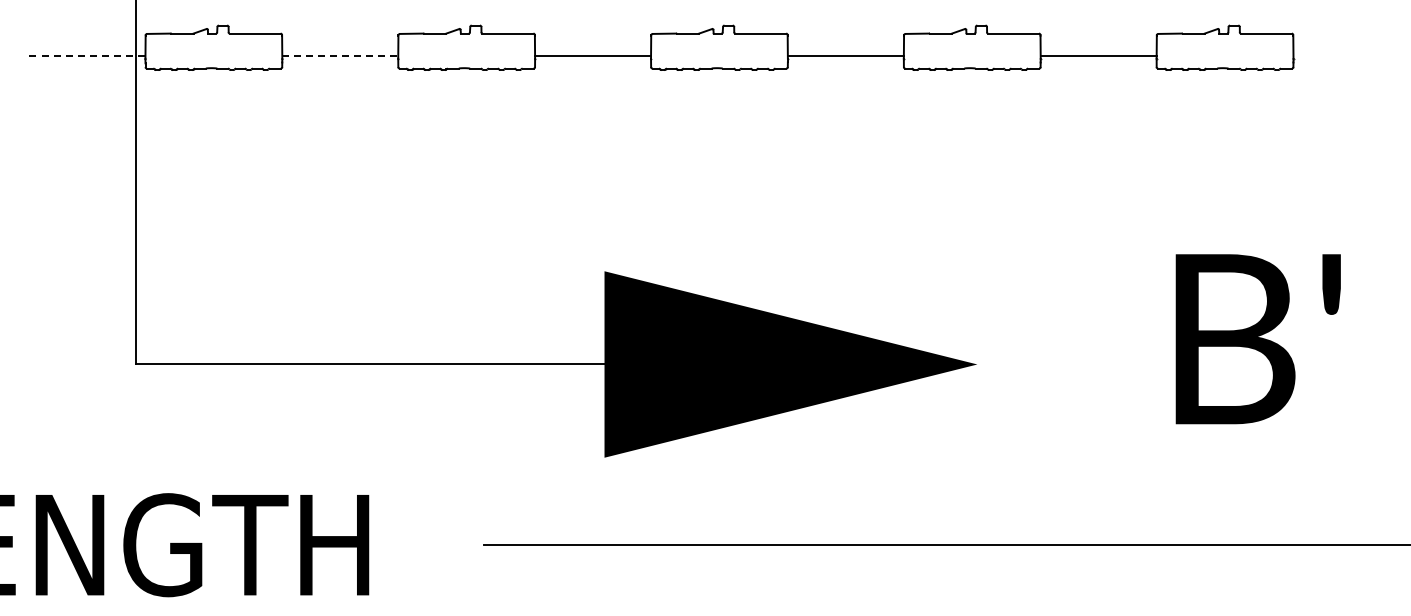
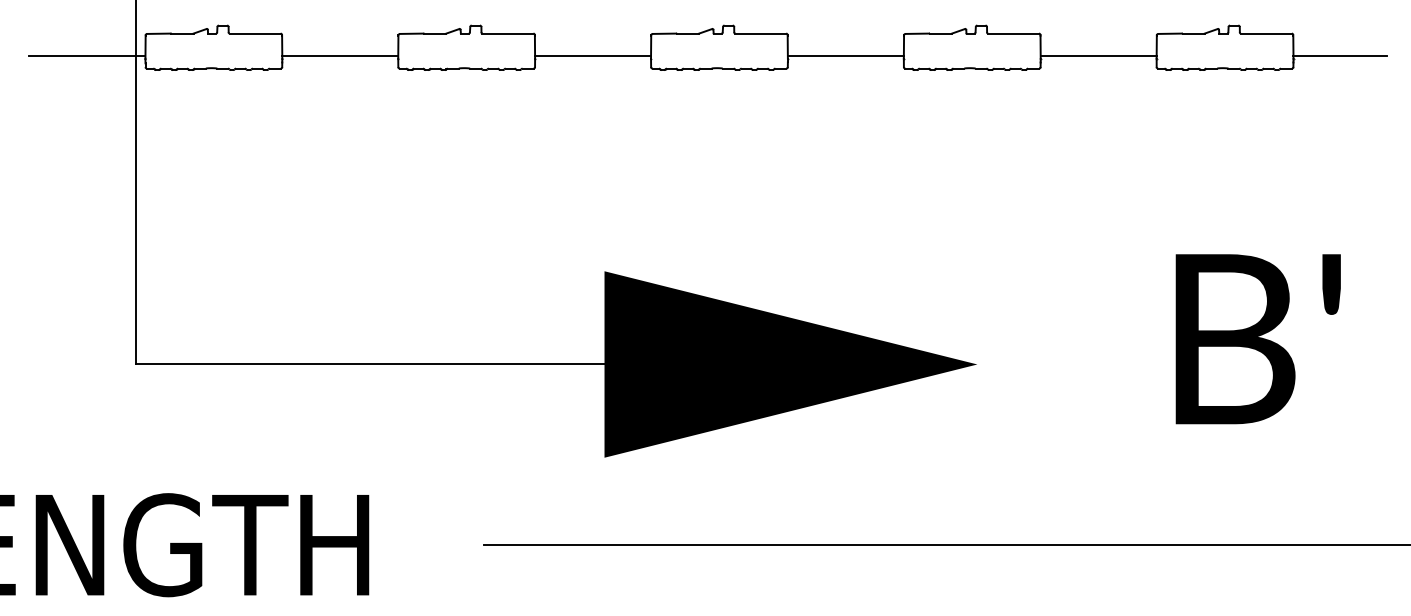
line at (87, 55): dashed -> solid
line at (340, 55): dashed -> solid
line at (1339, 55): none -> present
